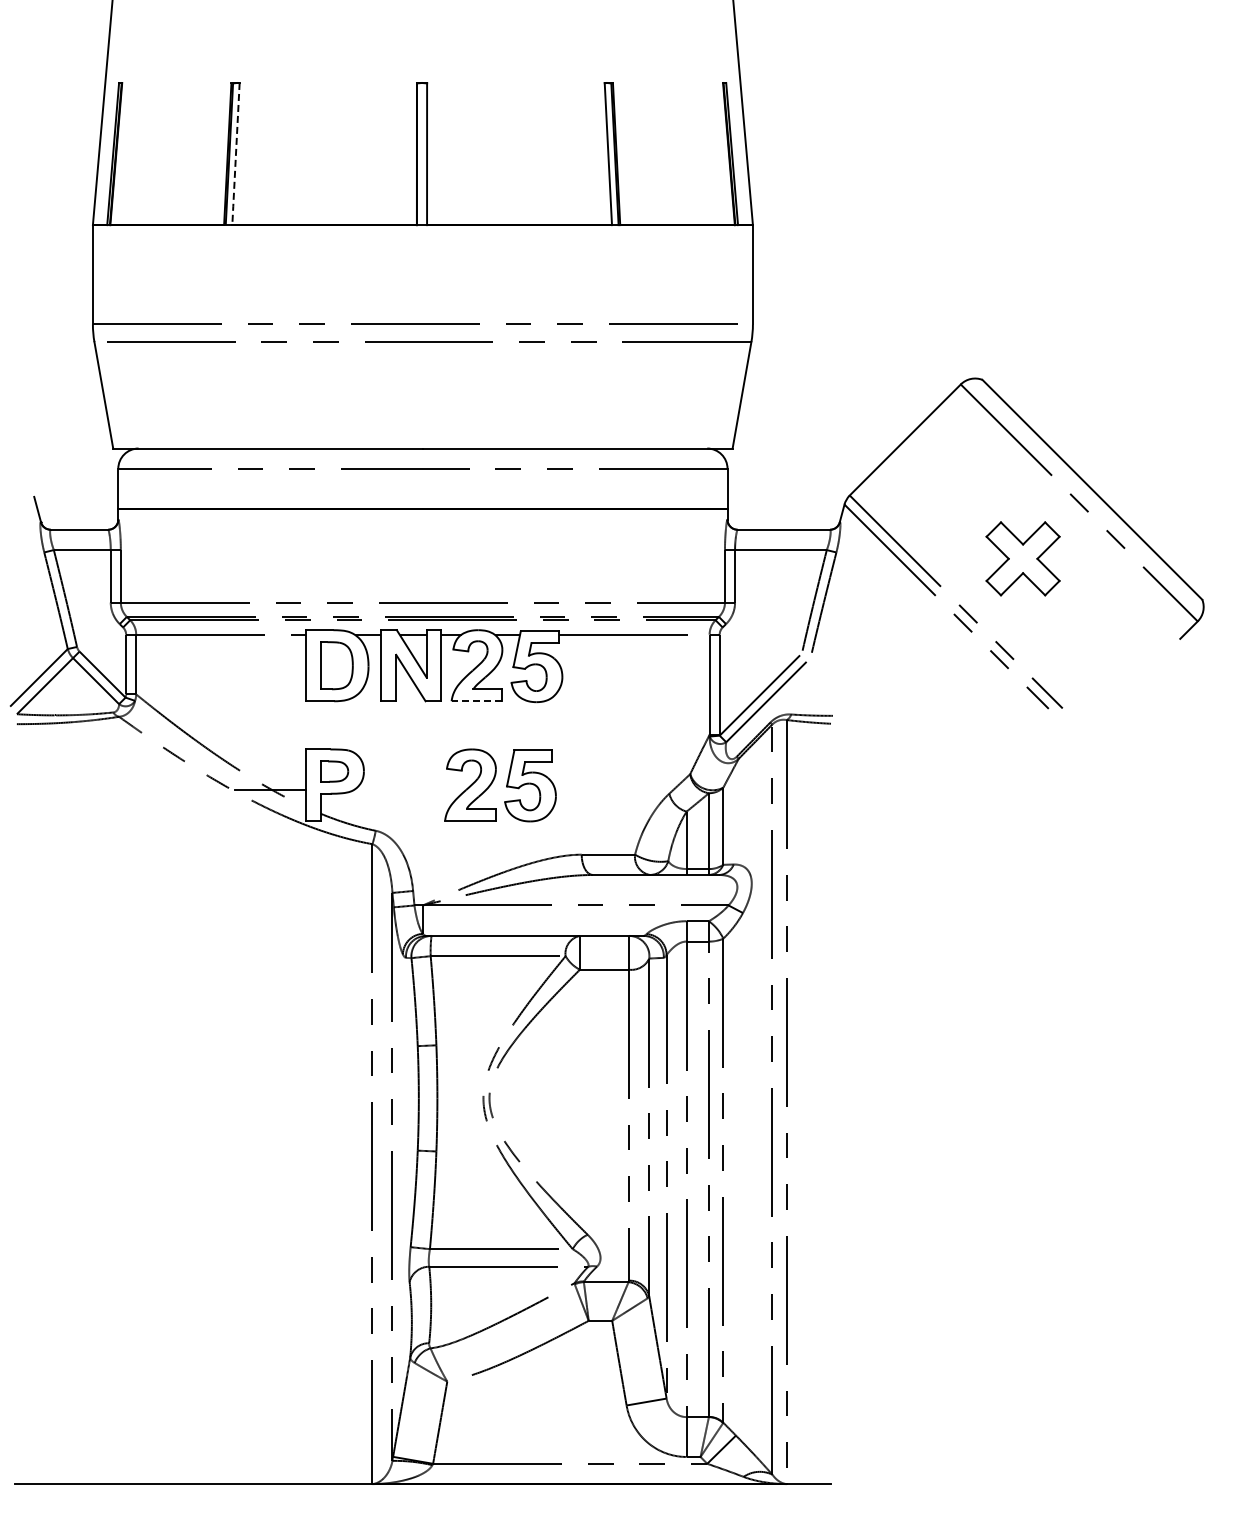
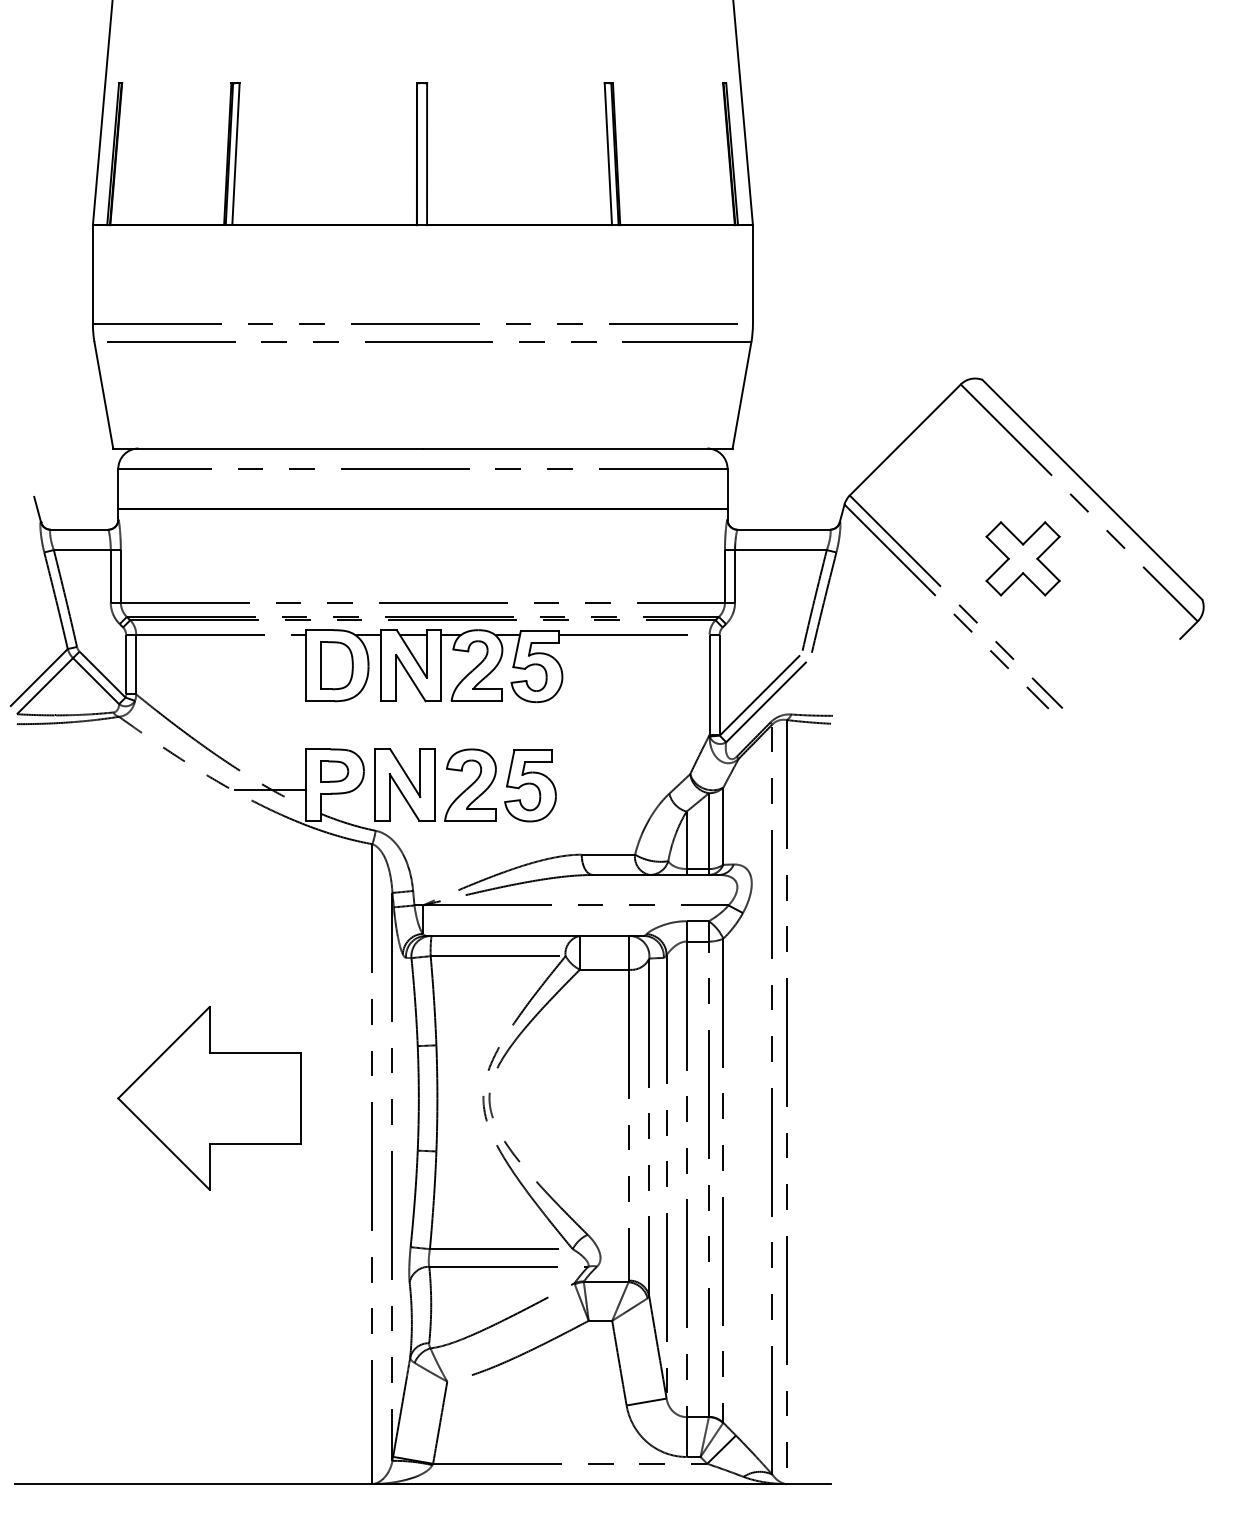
line at (235, 155): dashed -> solid
line at (476, 701): dashed -> solid
part at (404, 784): none -> present
part at (209, 1098): none -> present
